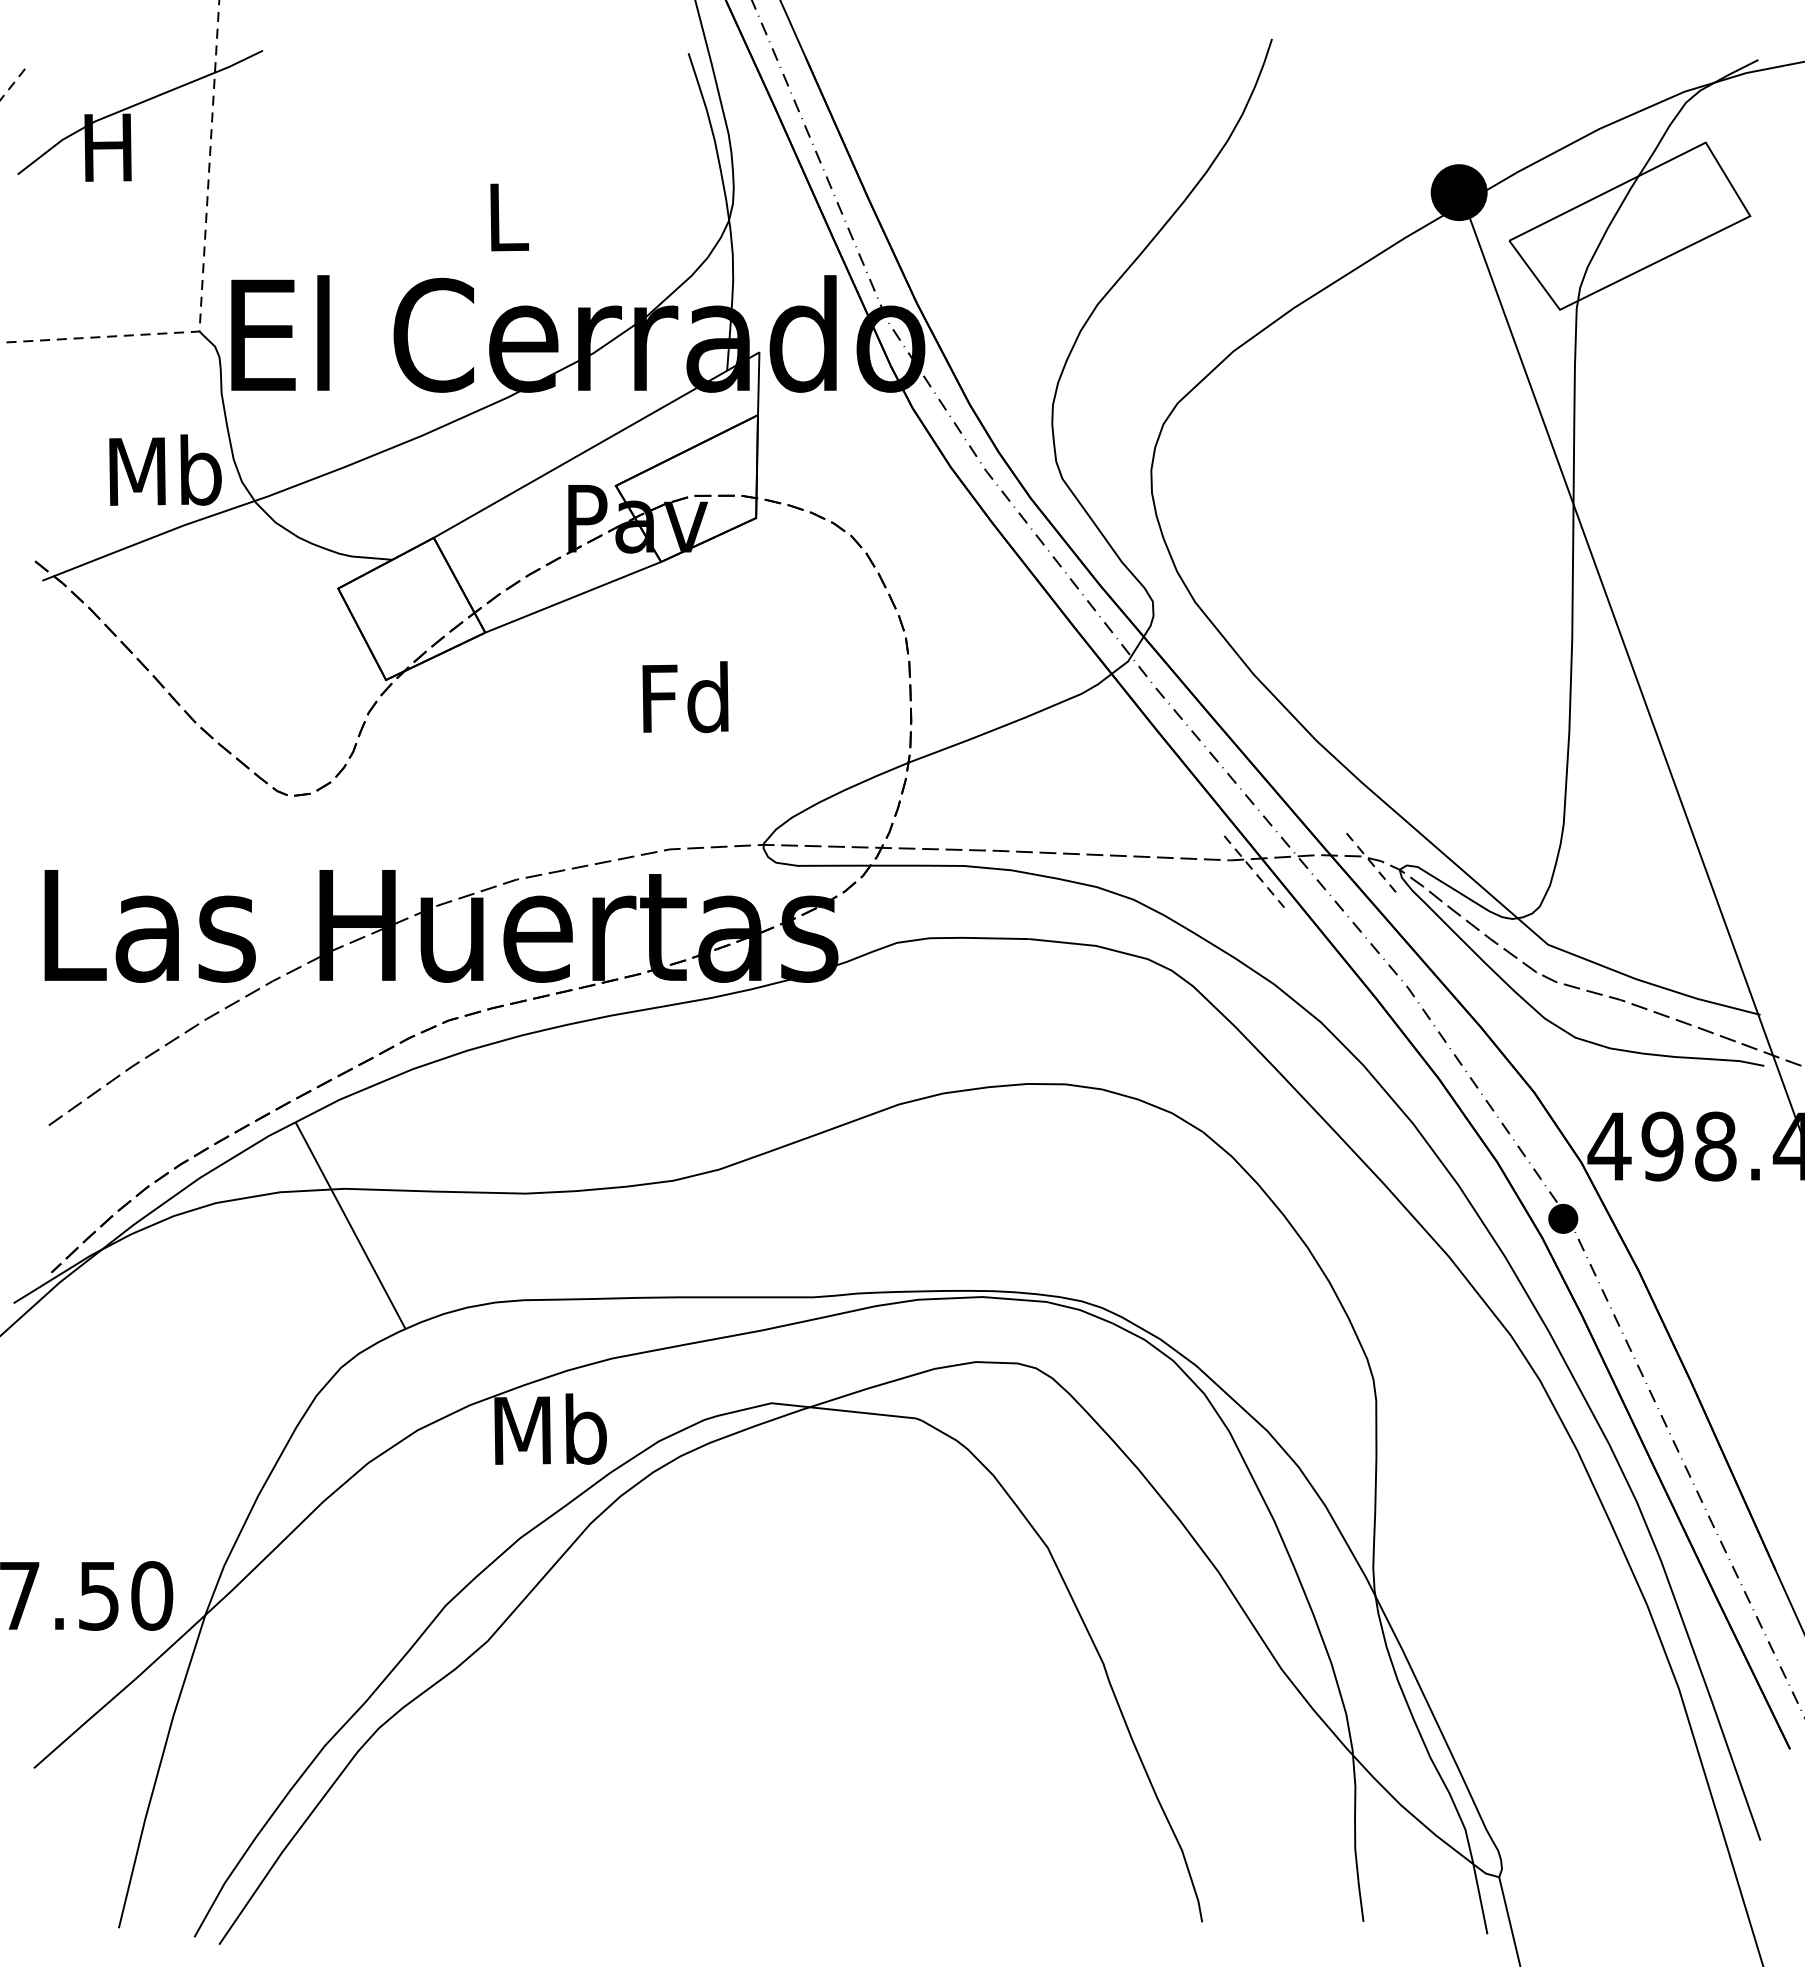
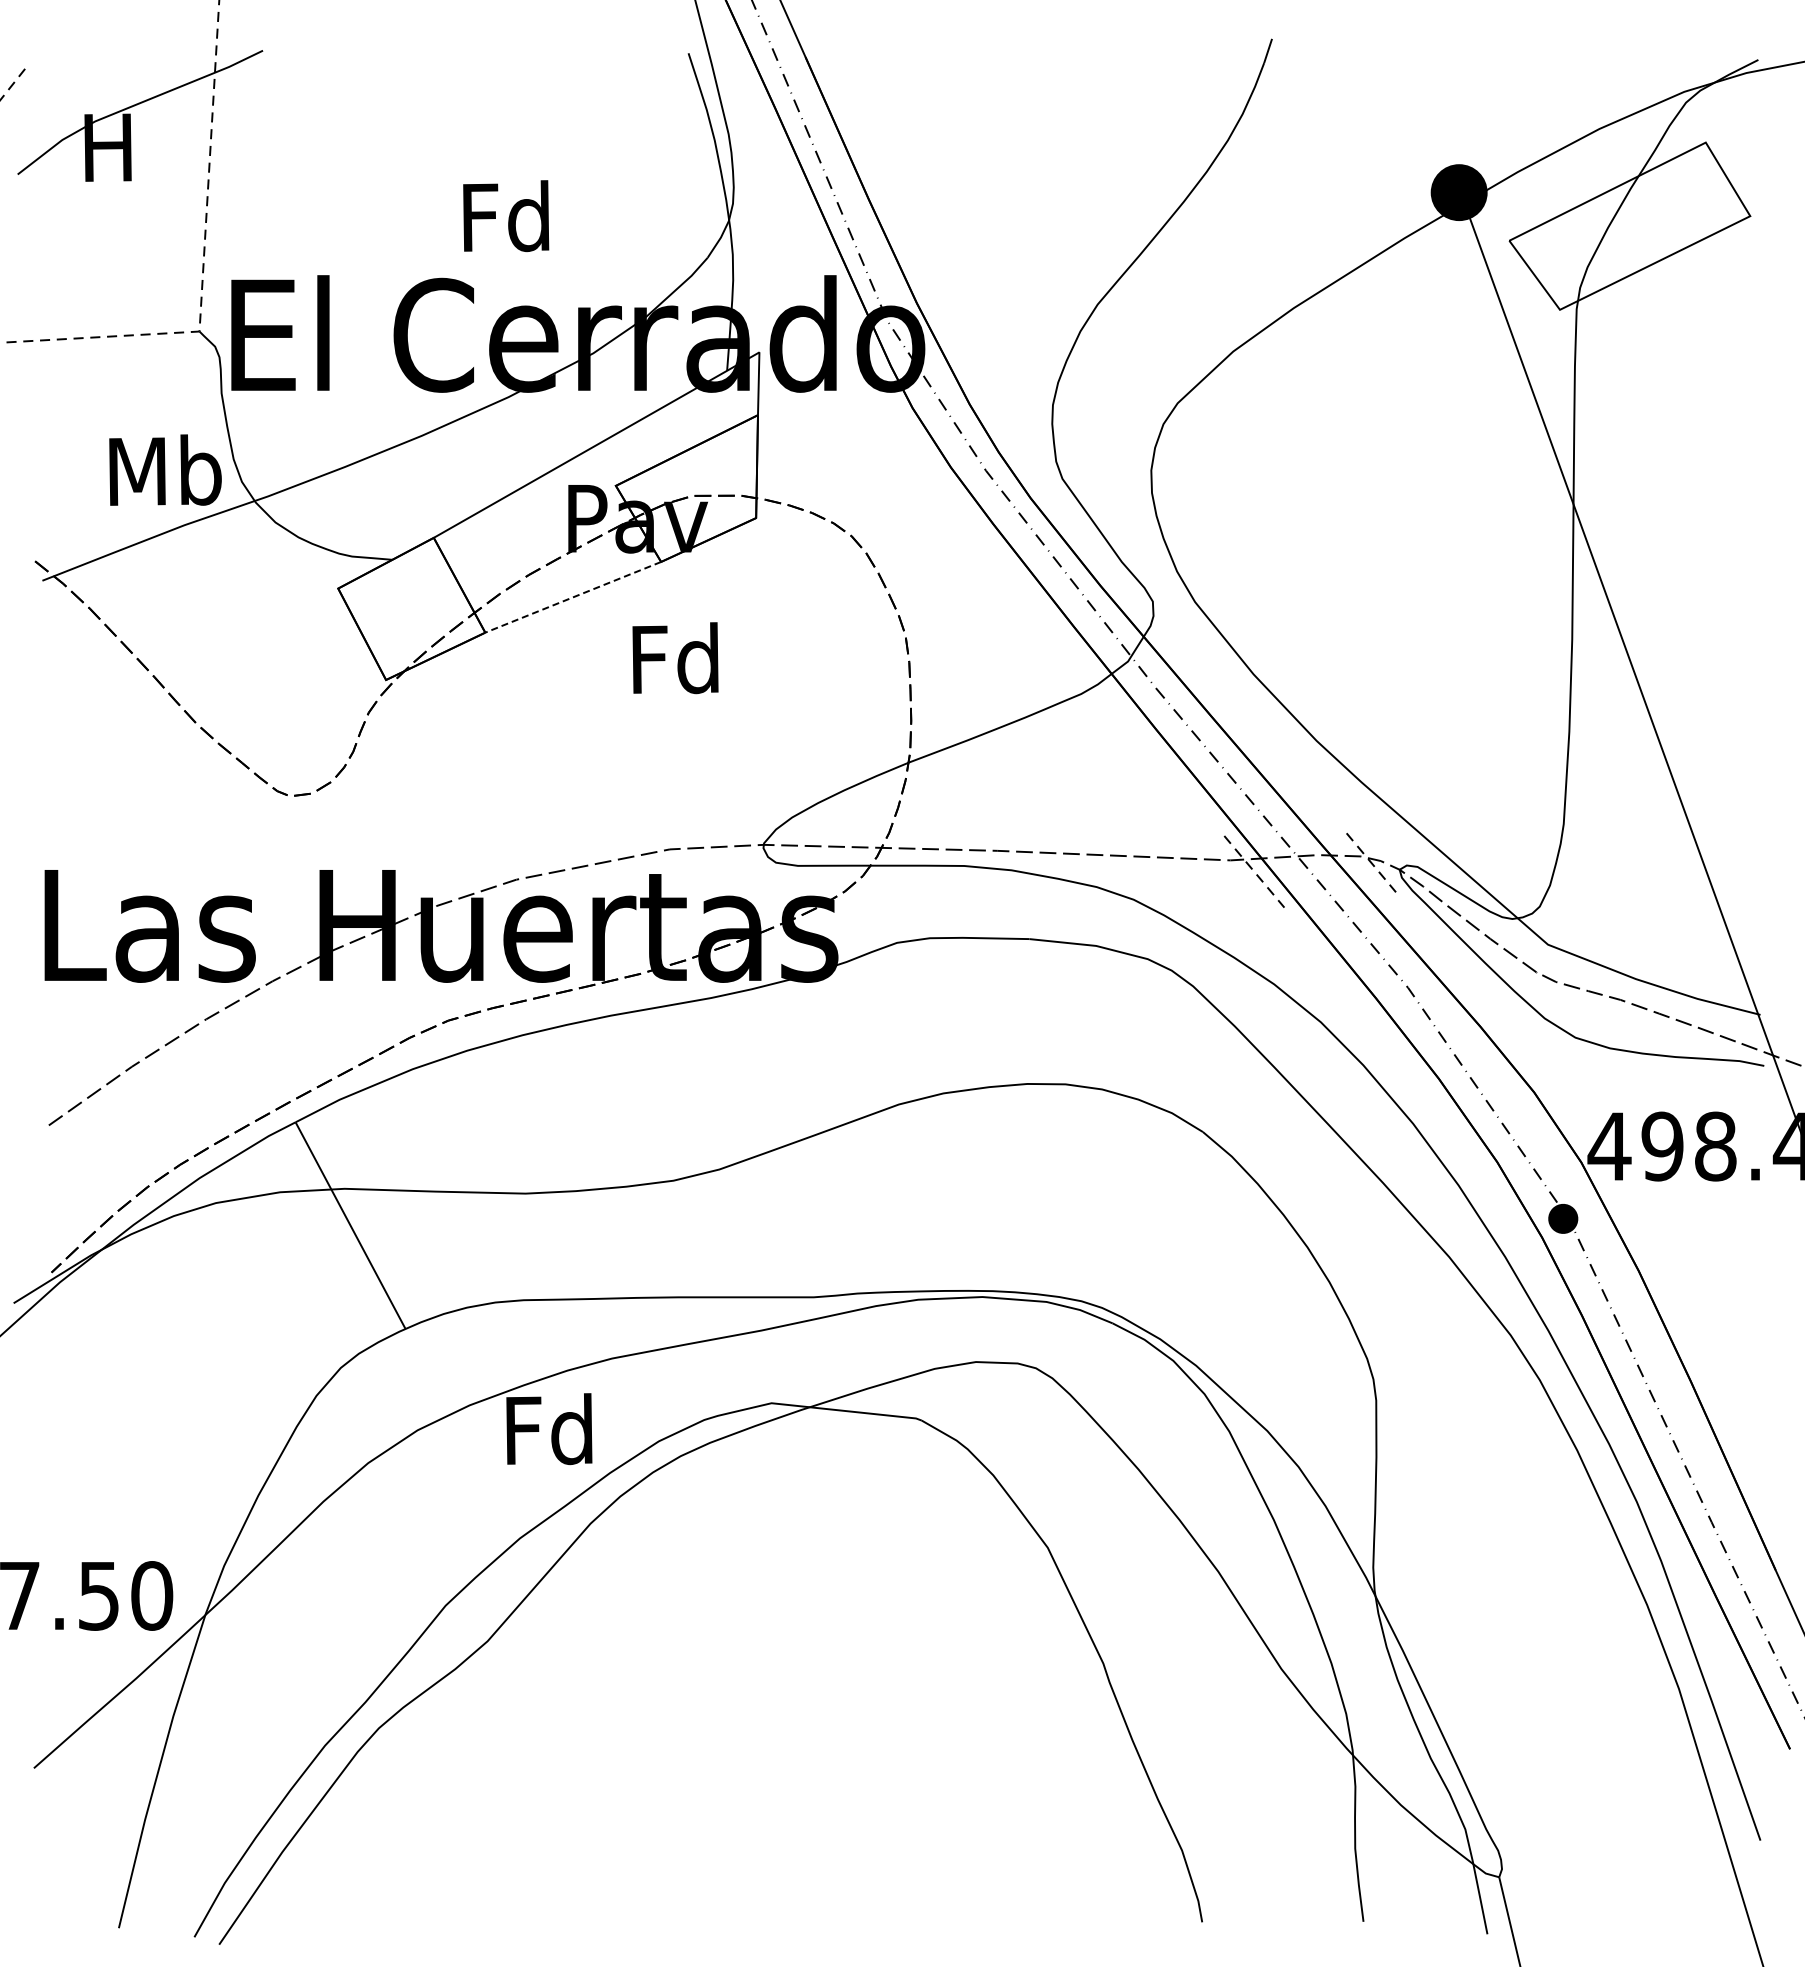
text at (506, 216): L -> Fd
line at (573, 597): solid -> dashed
text at (685, 697) position: (685, 697) -> (675, 658)
text at (550, 1429): Mb -> Fd
